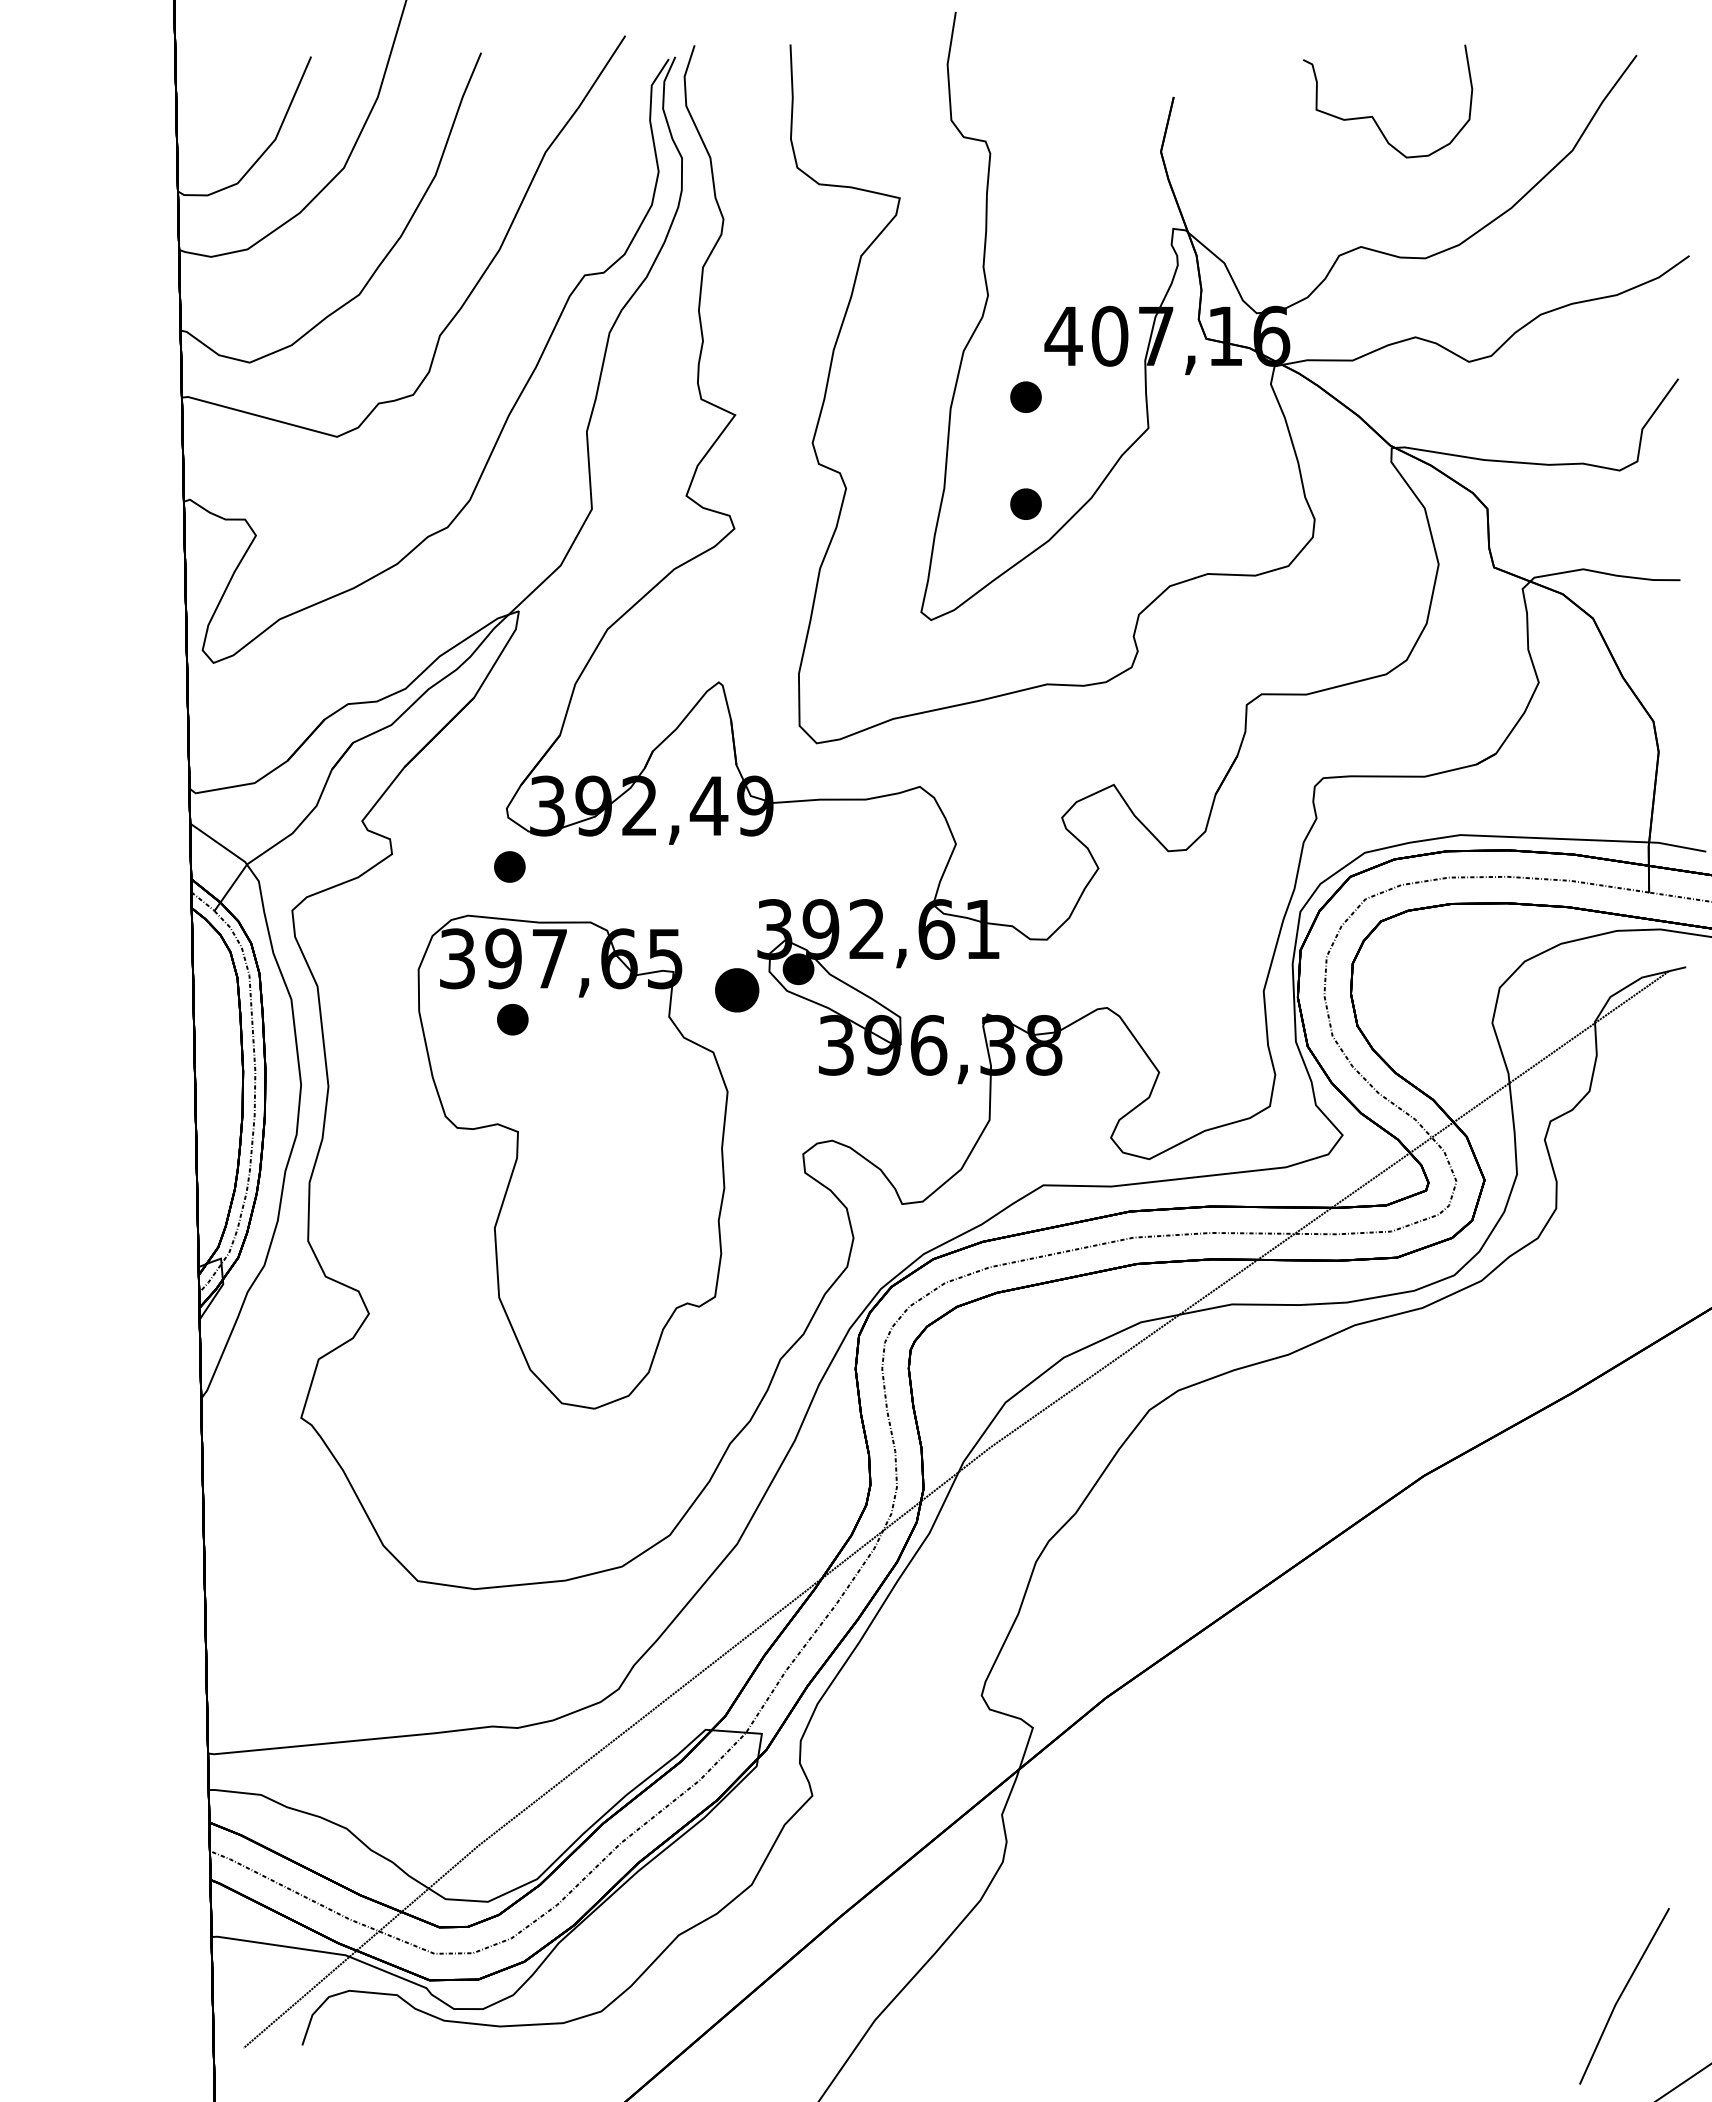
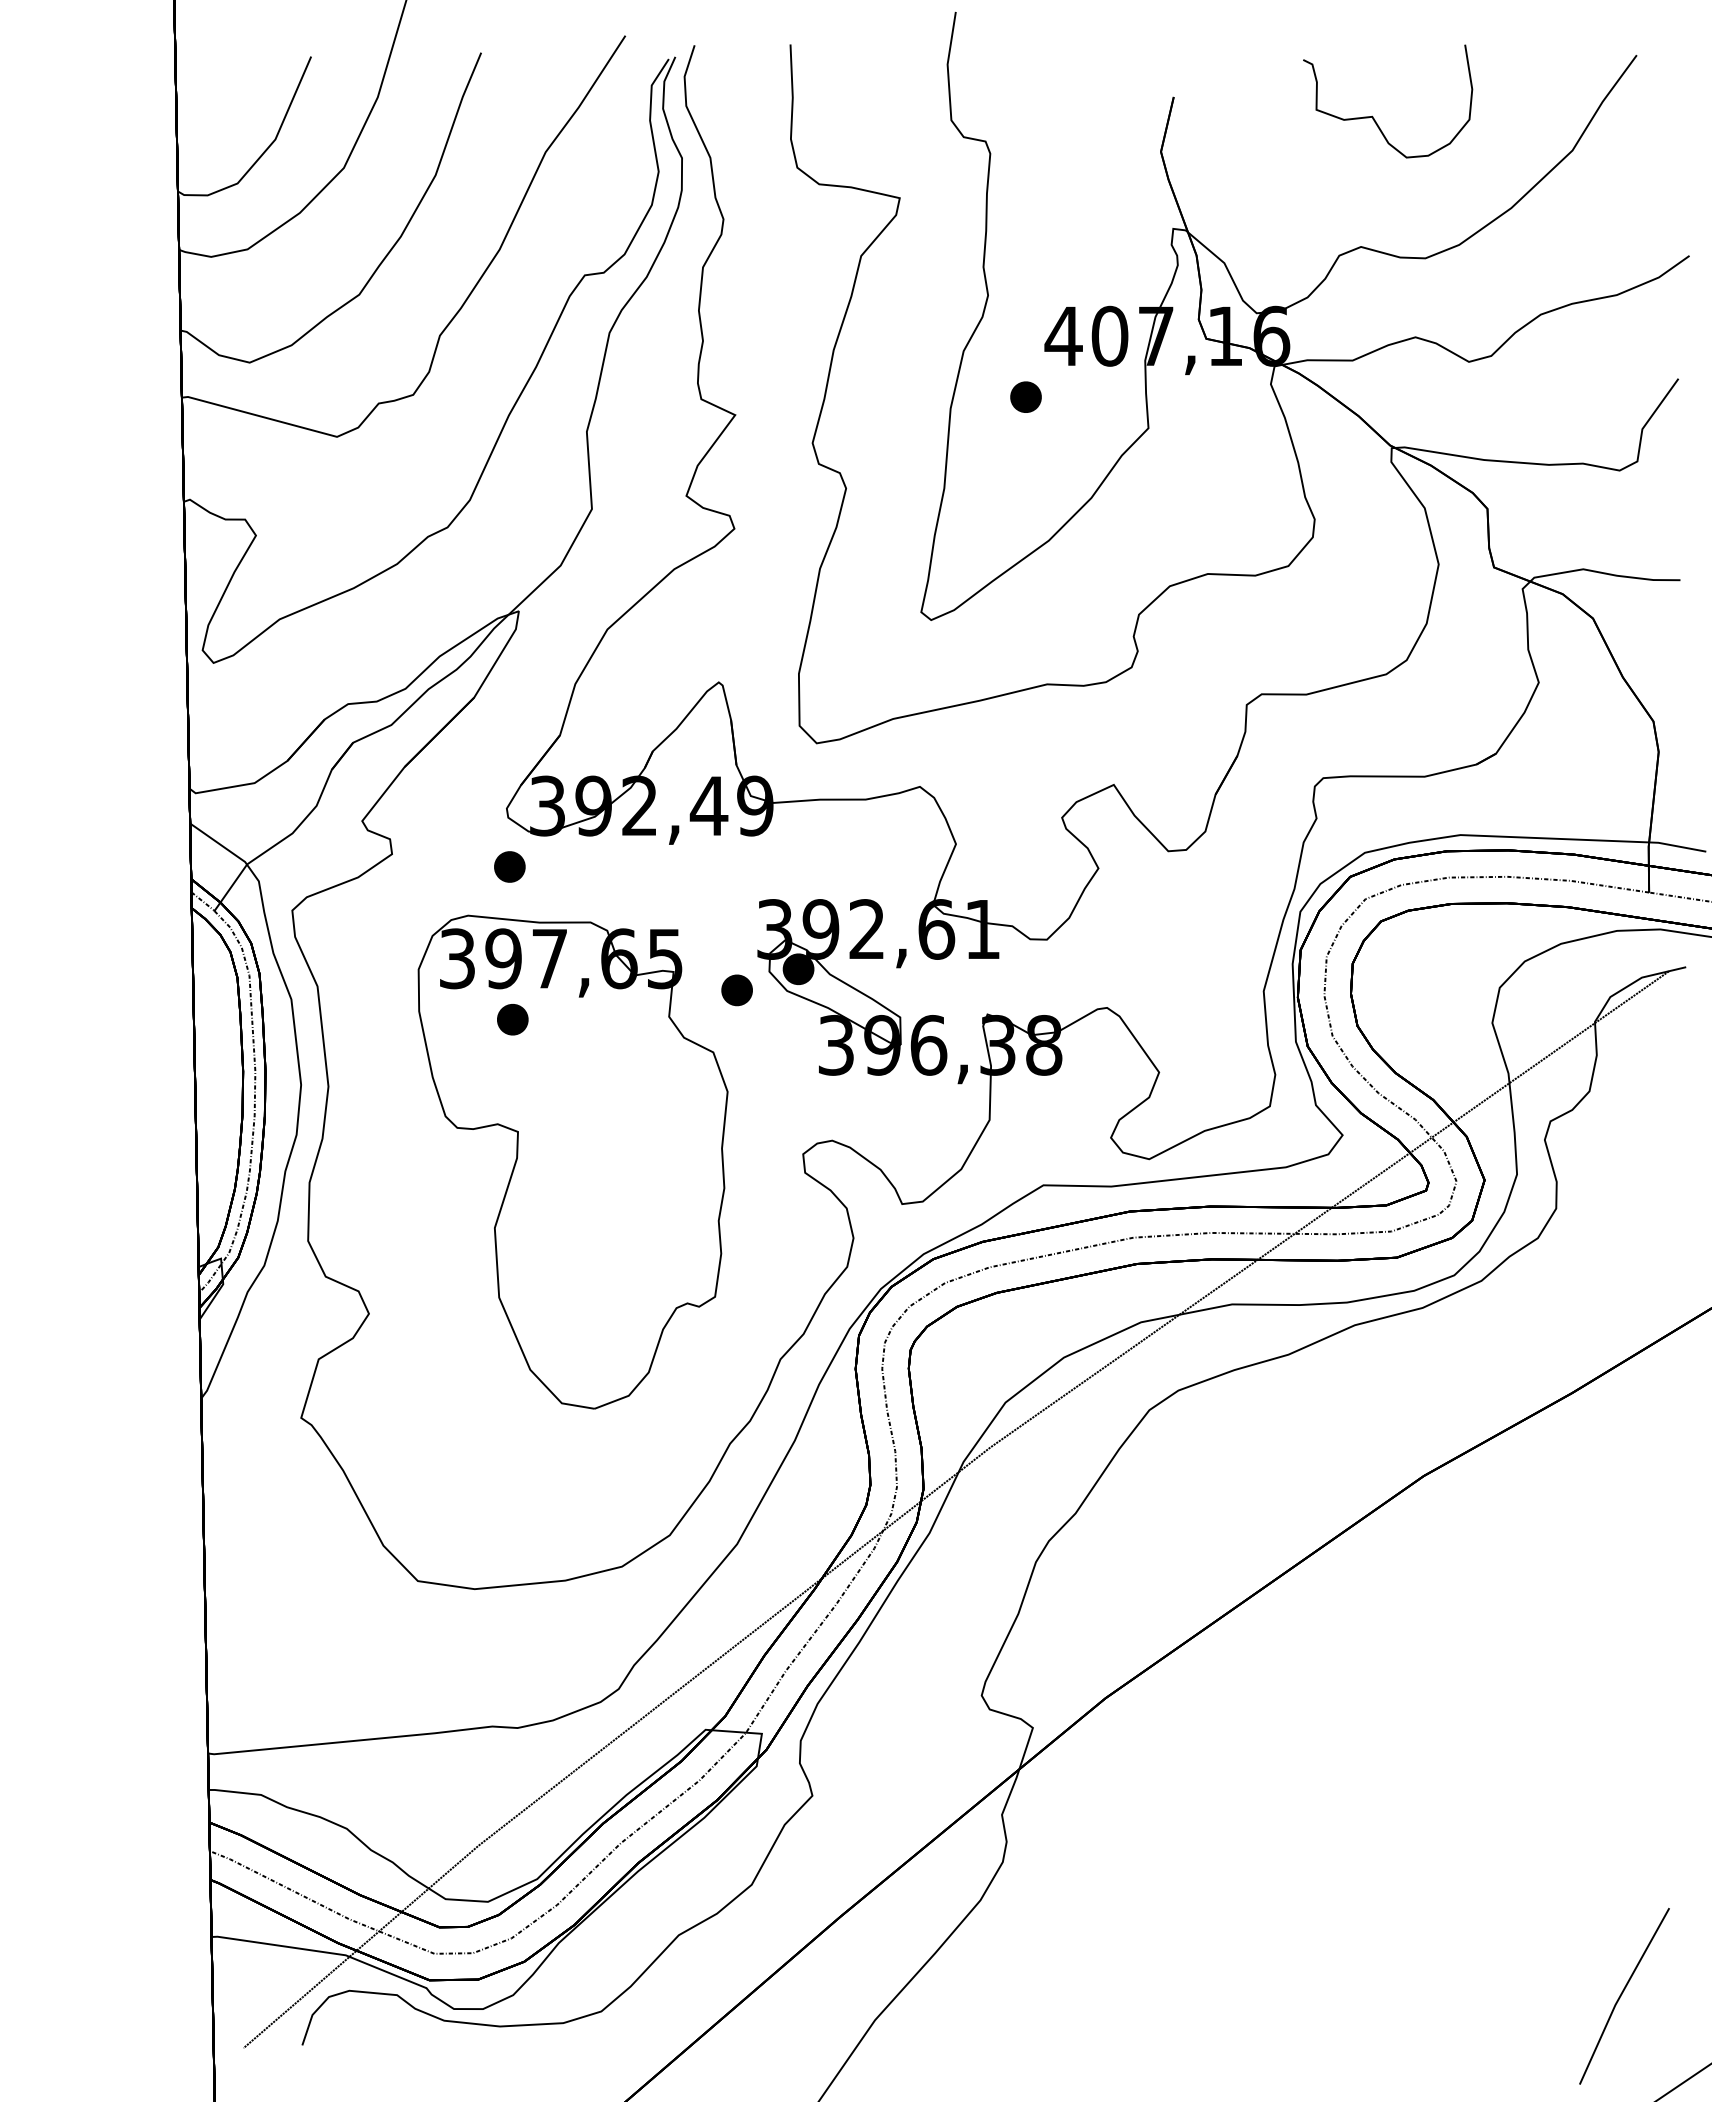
part at (1025, 503): present -> none
part at (737, 990) size: 45x45 px -> 32x33 px
